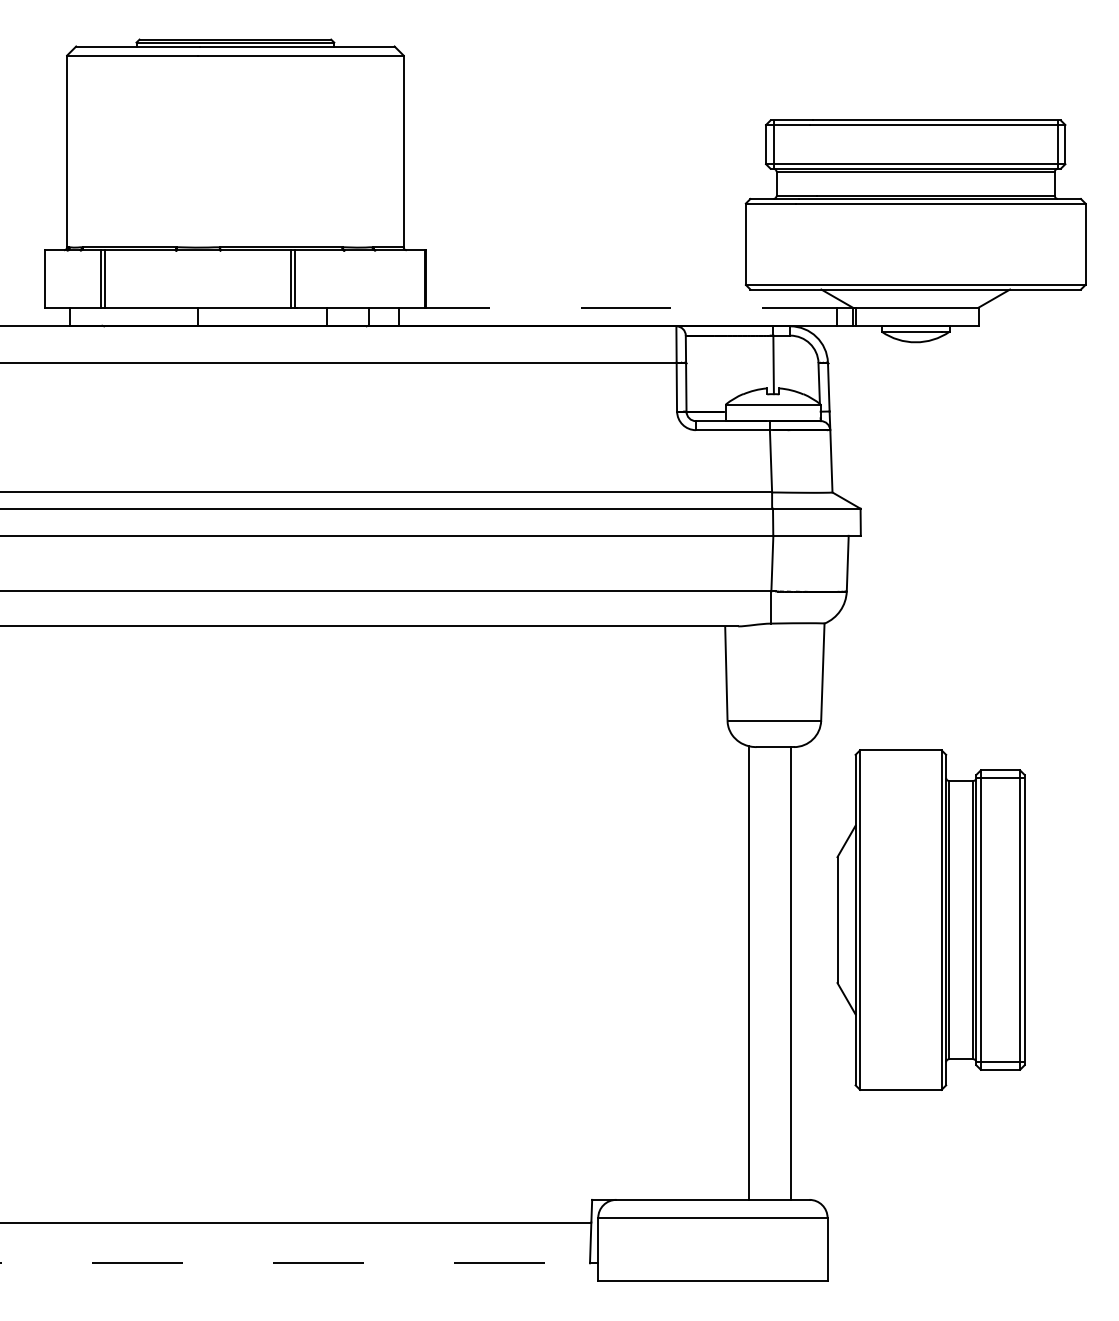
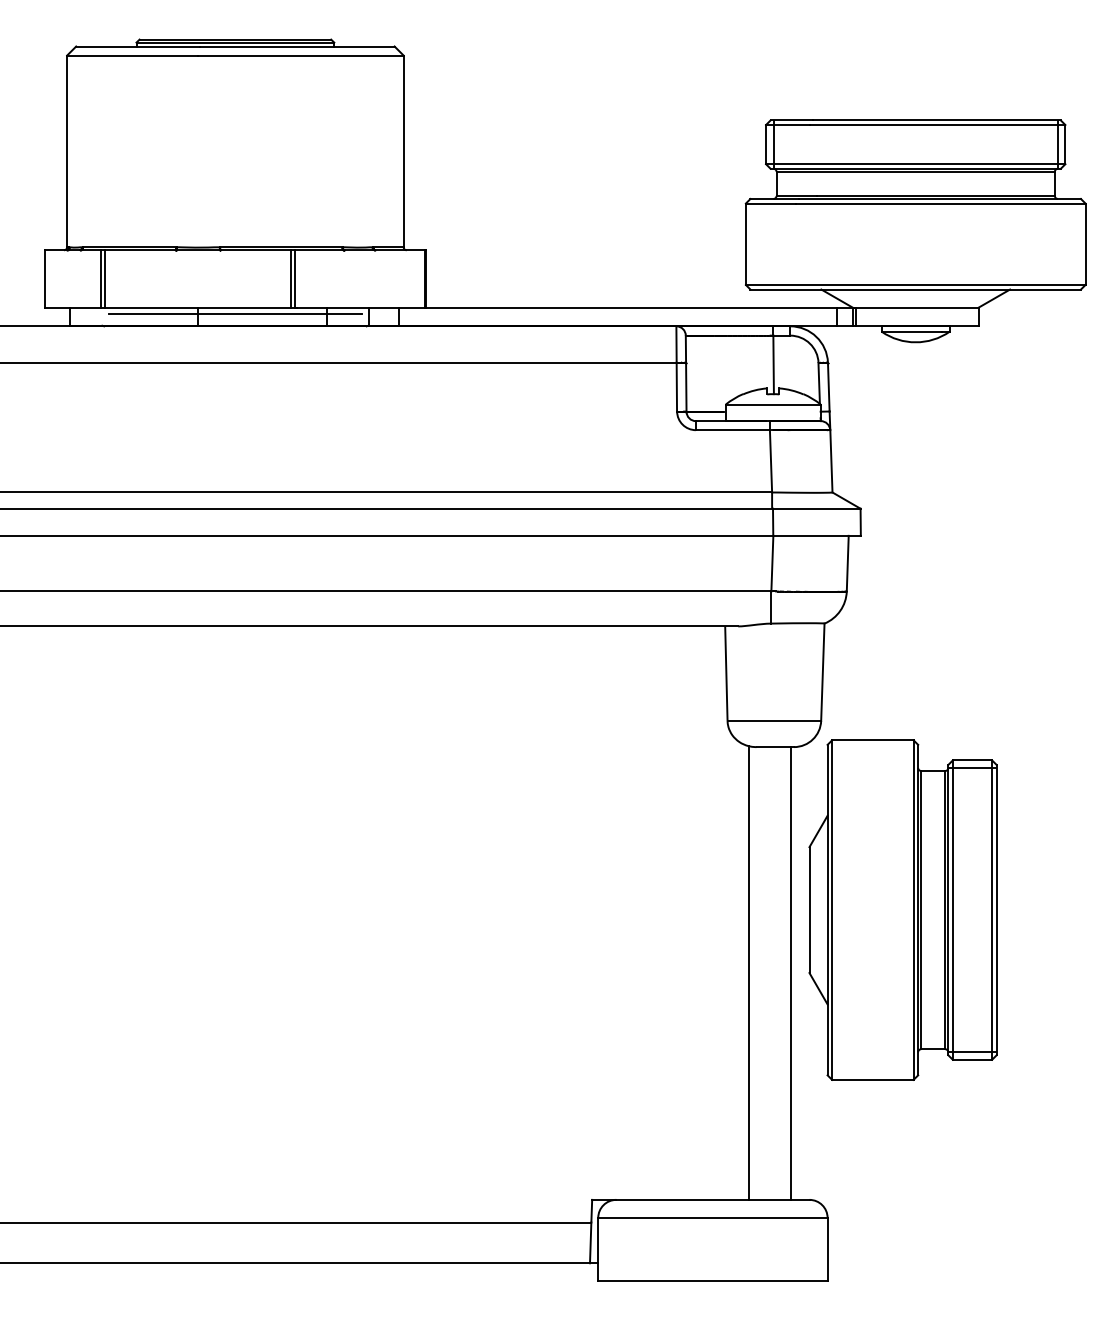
line at (618, 307): dashed -> solid
line at (235, 313): none -> present
part at (930, 919) position: (930, 919) -> (902, 909)
line at (295, 1263): dashed -> solid
